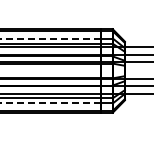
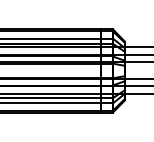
line at (49, 38): dashed -> solid
line at (49, 103): dashed -> solid
